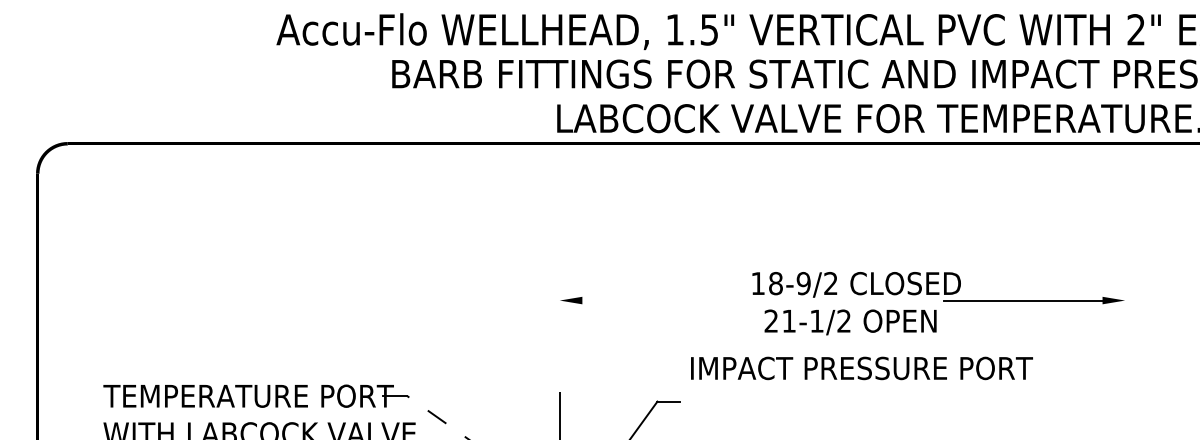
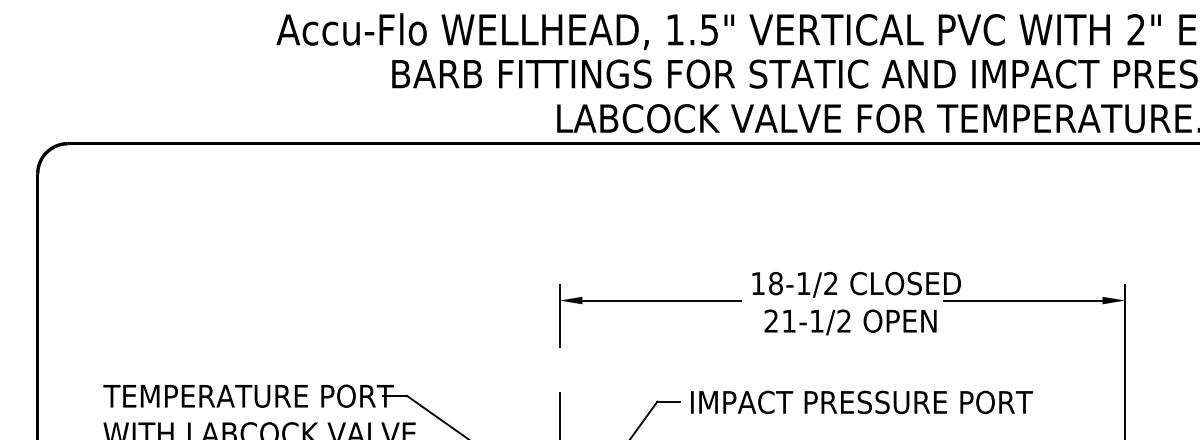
text at (803, 283): 18-9/2 -> 18-1/2
line at (661, 300): none -> present
line at (559, 316): none -> present
line at (1125, 360): none -> present
text at (861, 368) position: (861, 368) -> (861, 402)
line at (438, 417): dashed -> solid
